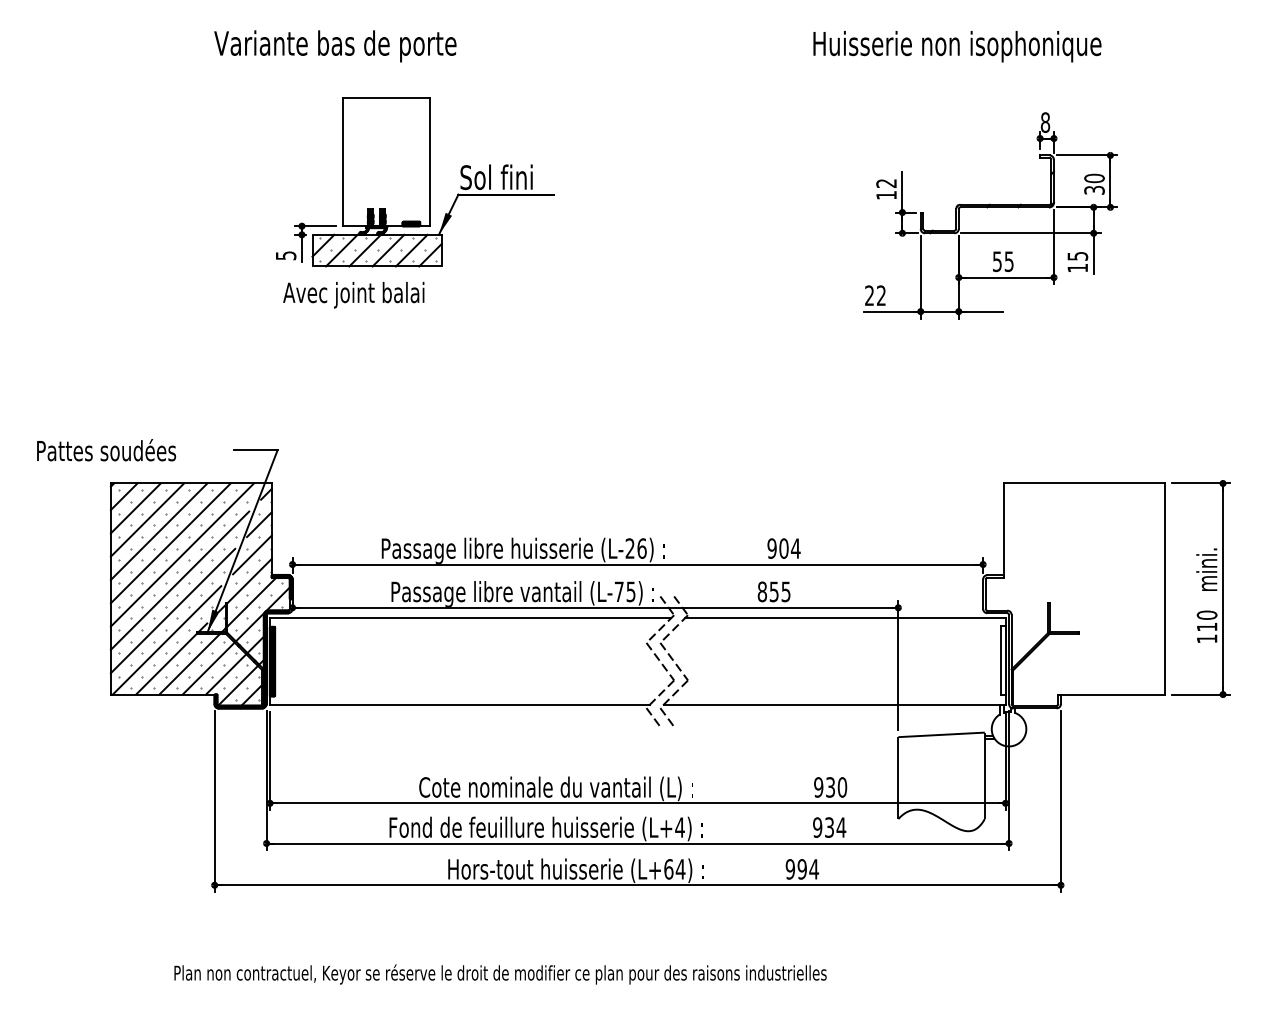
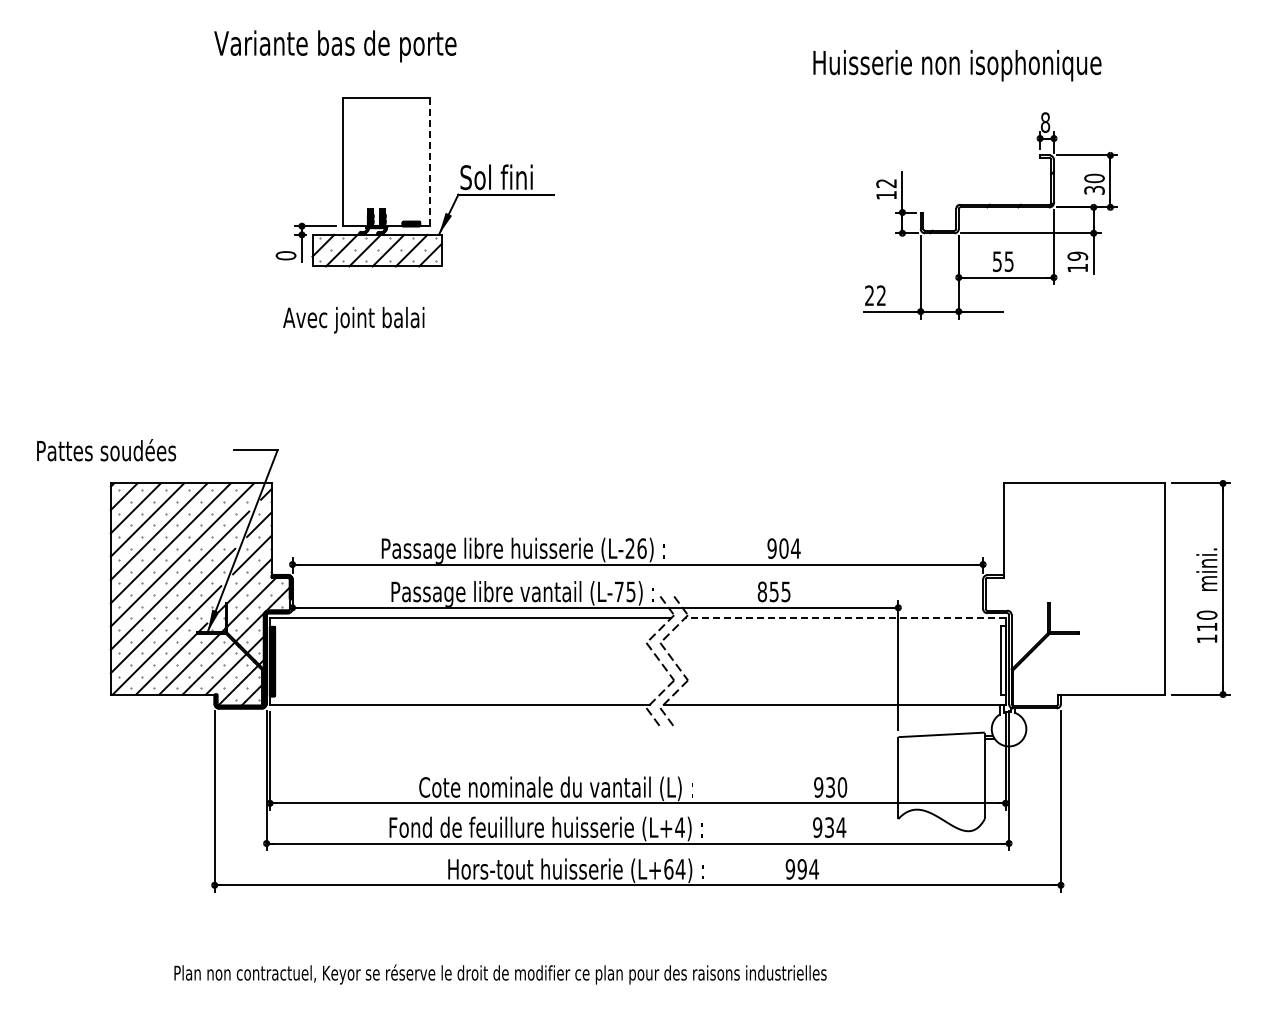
text at (957, 46) position: (957, 46) -> (957, 65)
line at (429, 162): solid -> dashed
text at (285, 255): 5 -> 0
text at (1077, 255): 15 -> 19
text at (353, 295) position: (353, 295) -> (353, 320)
line at (844, 618): solid -> dashed
